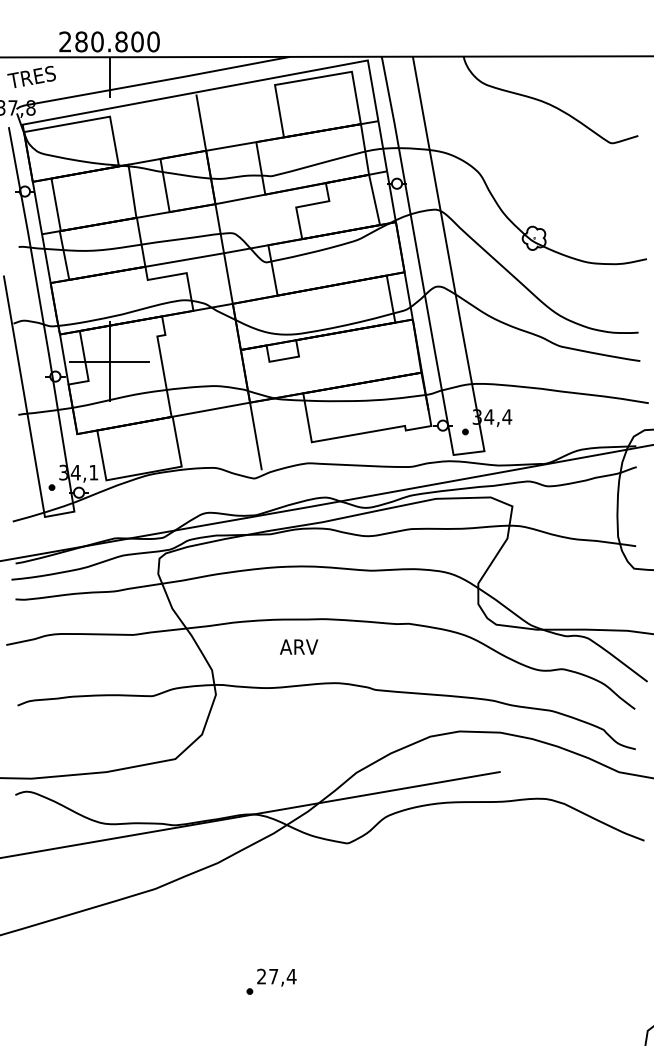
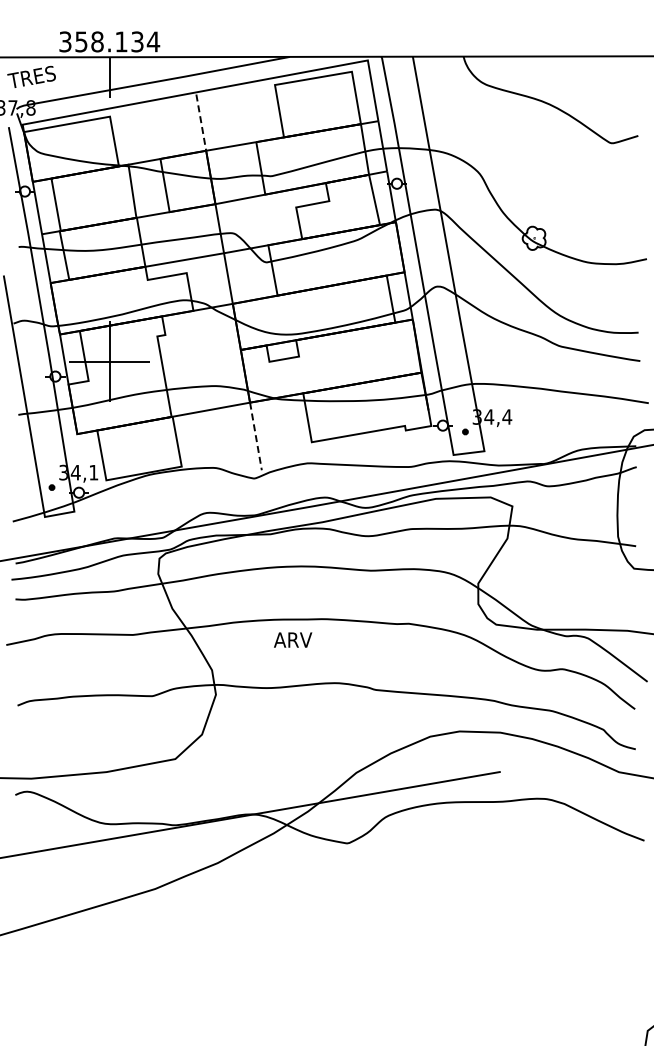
text at (109, 41): 280.800 -> 358.134
line at (201, 122): solid -> dashed
line at (256, 436): solid -> dashed
text at (299, 646) position: (299, 646) -> (293, 639)
part at (271, 981): present -> none
